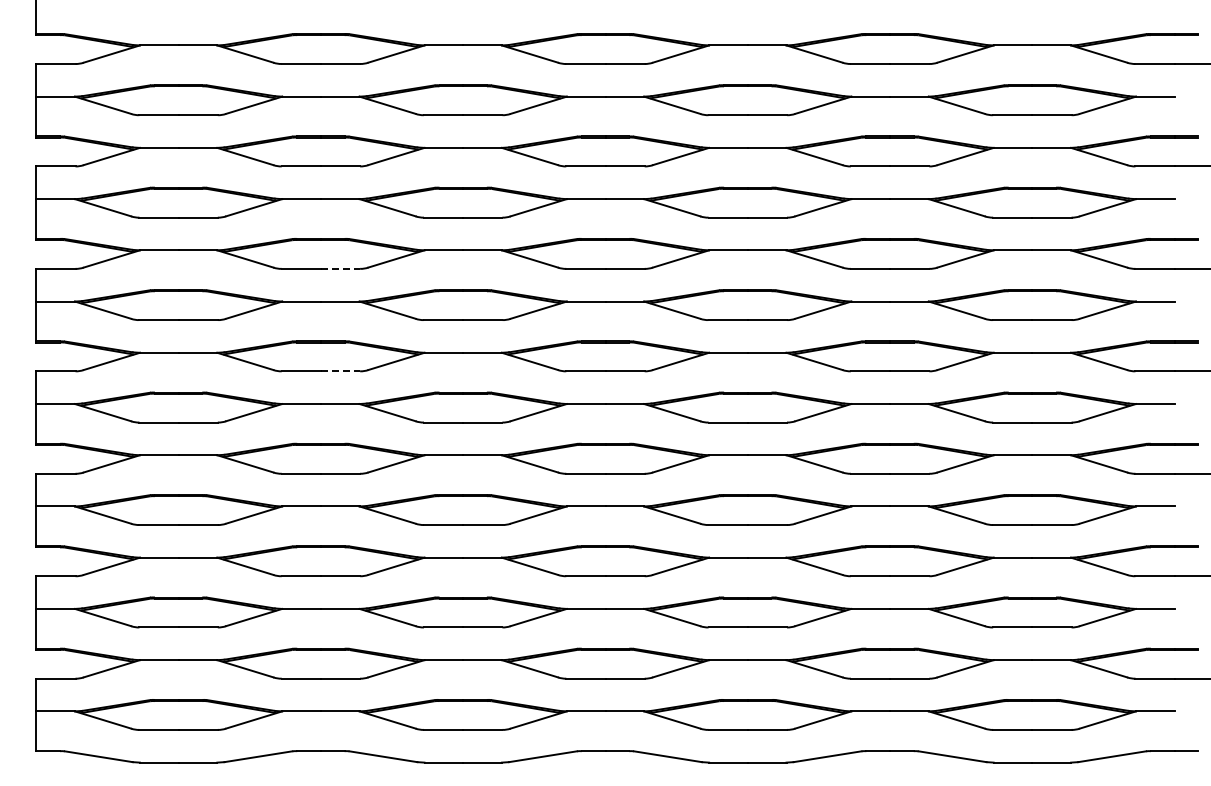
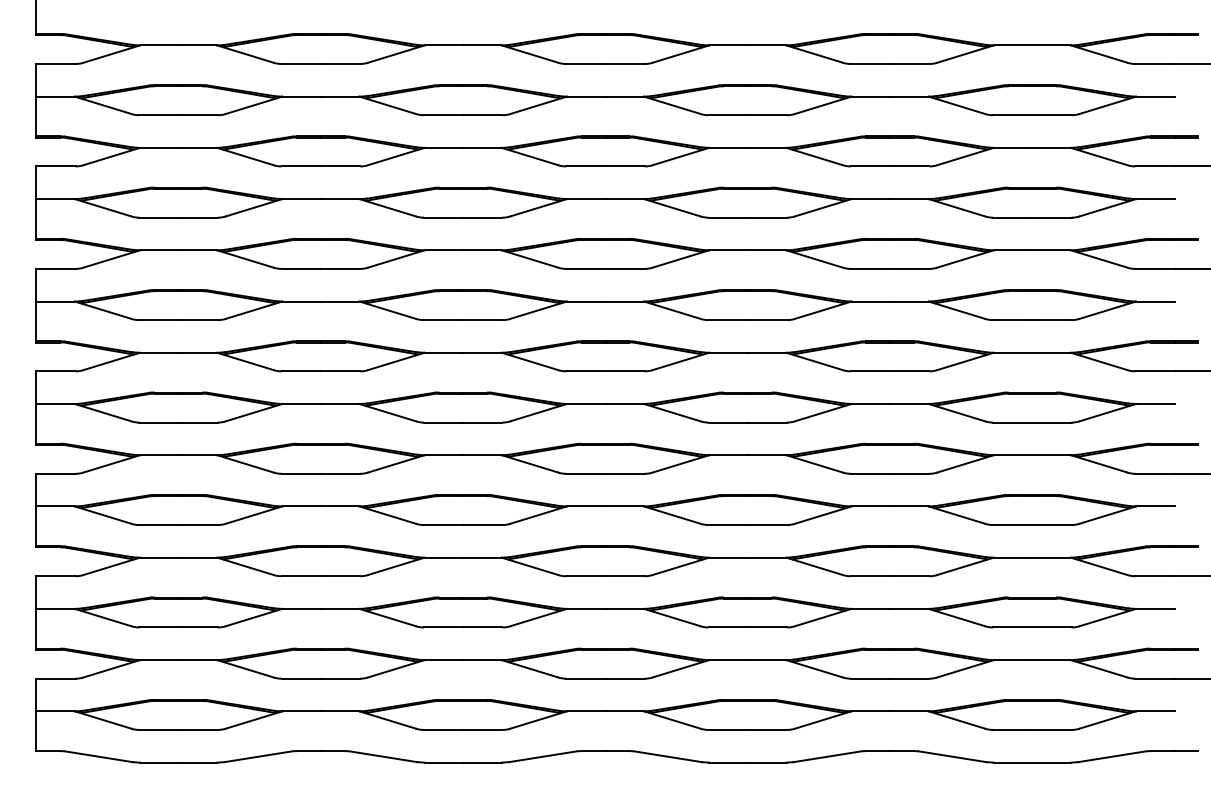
line at (340, 268): dashed -> solid
line at (340, 371): dashed -> solid
